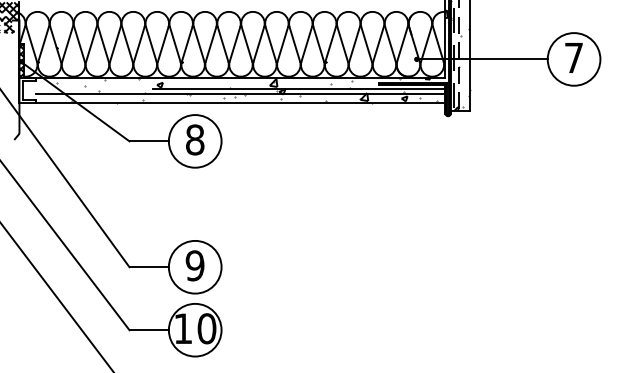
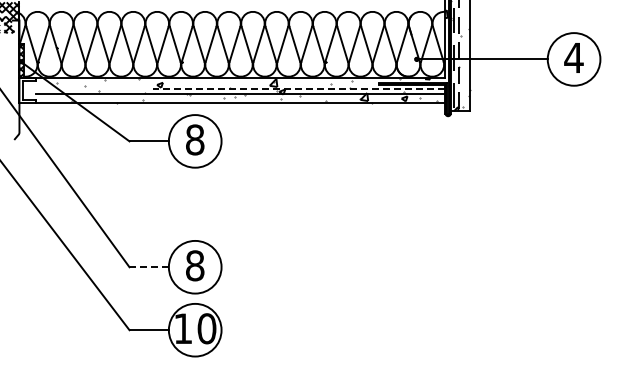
text at (573, 57): 7 -> 4
line at (298, 89): solid -> dashed
text at (194, 265): 9 -> 8
line at (149, 267): solid -> dashed
line at (56, 296): present -> none
